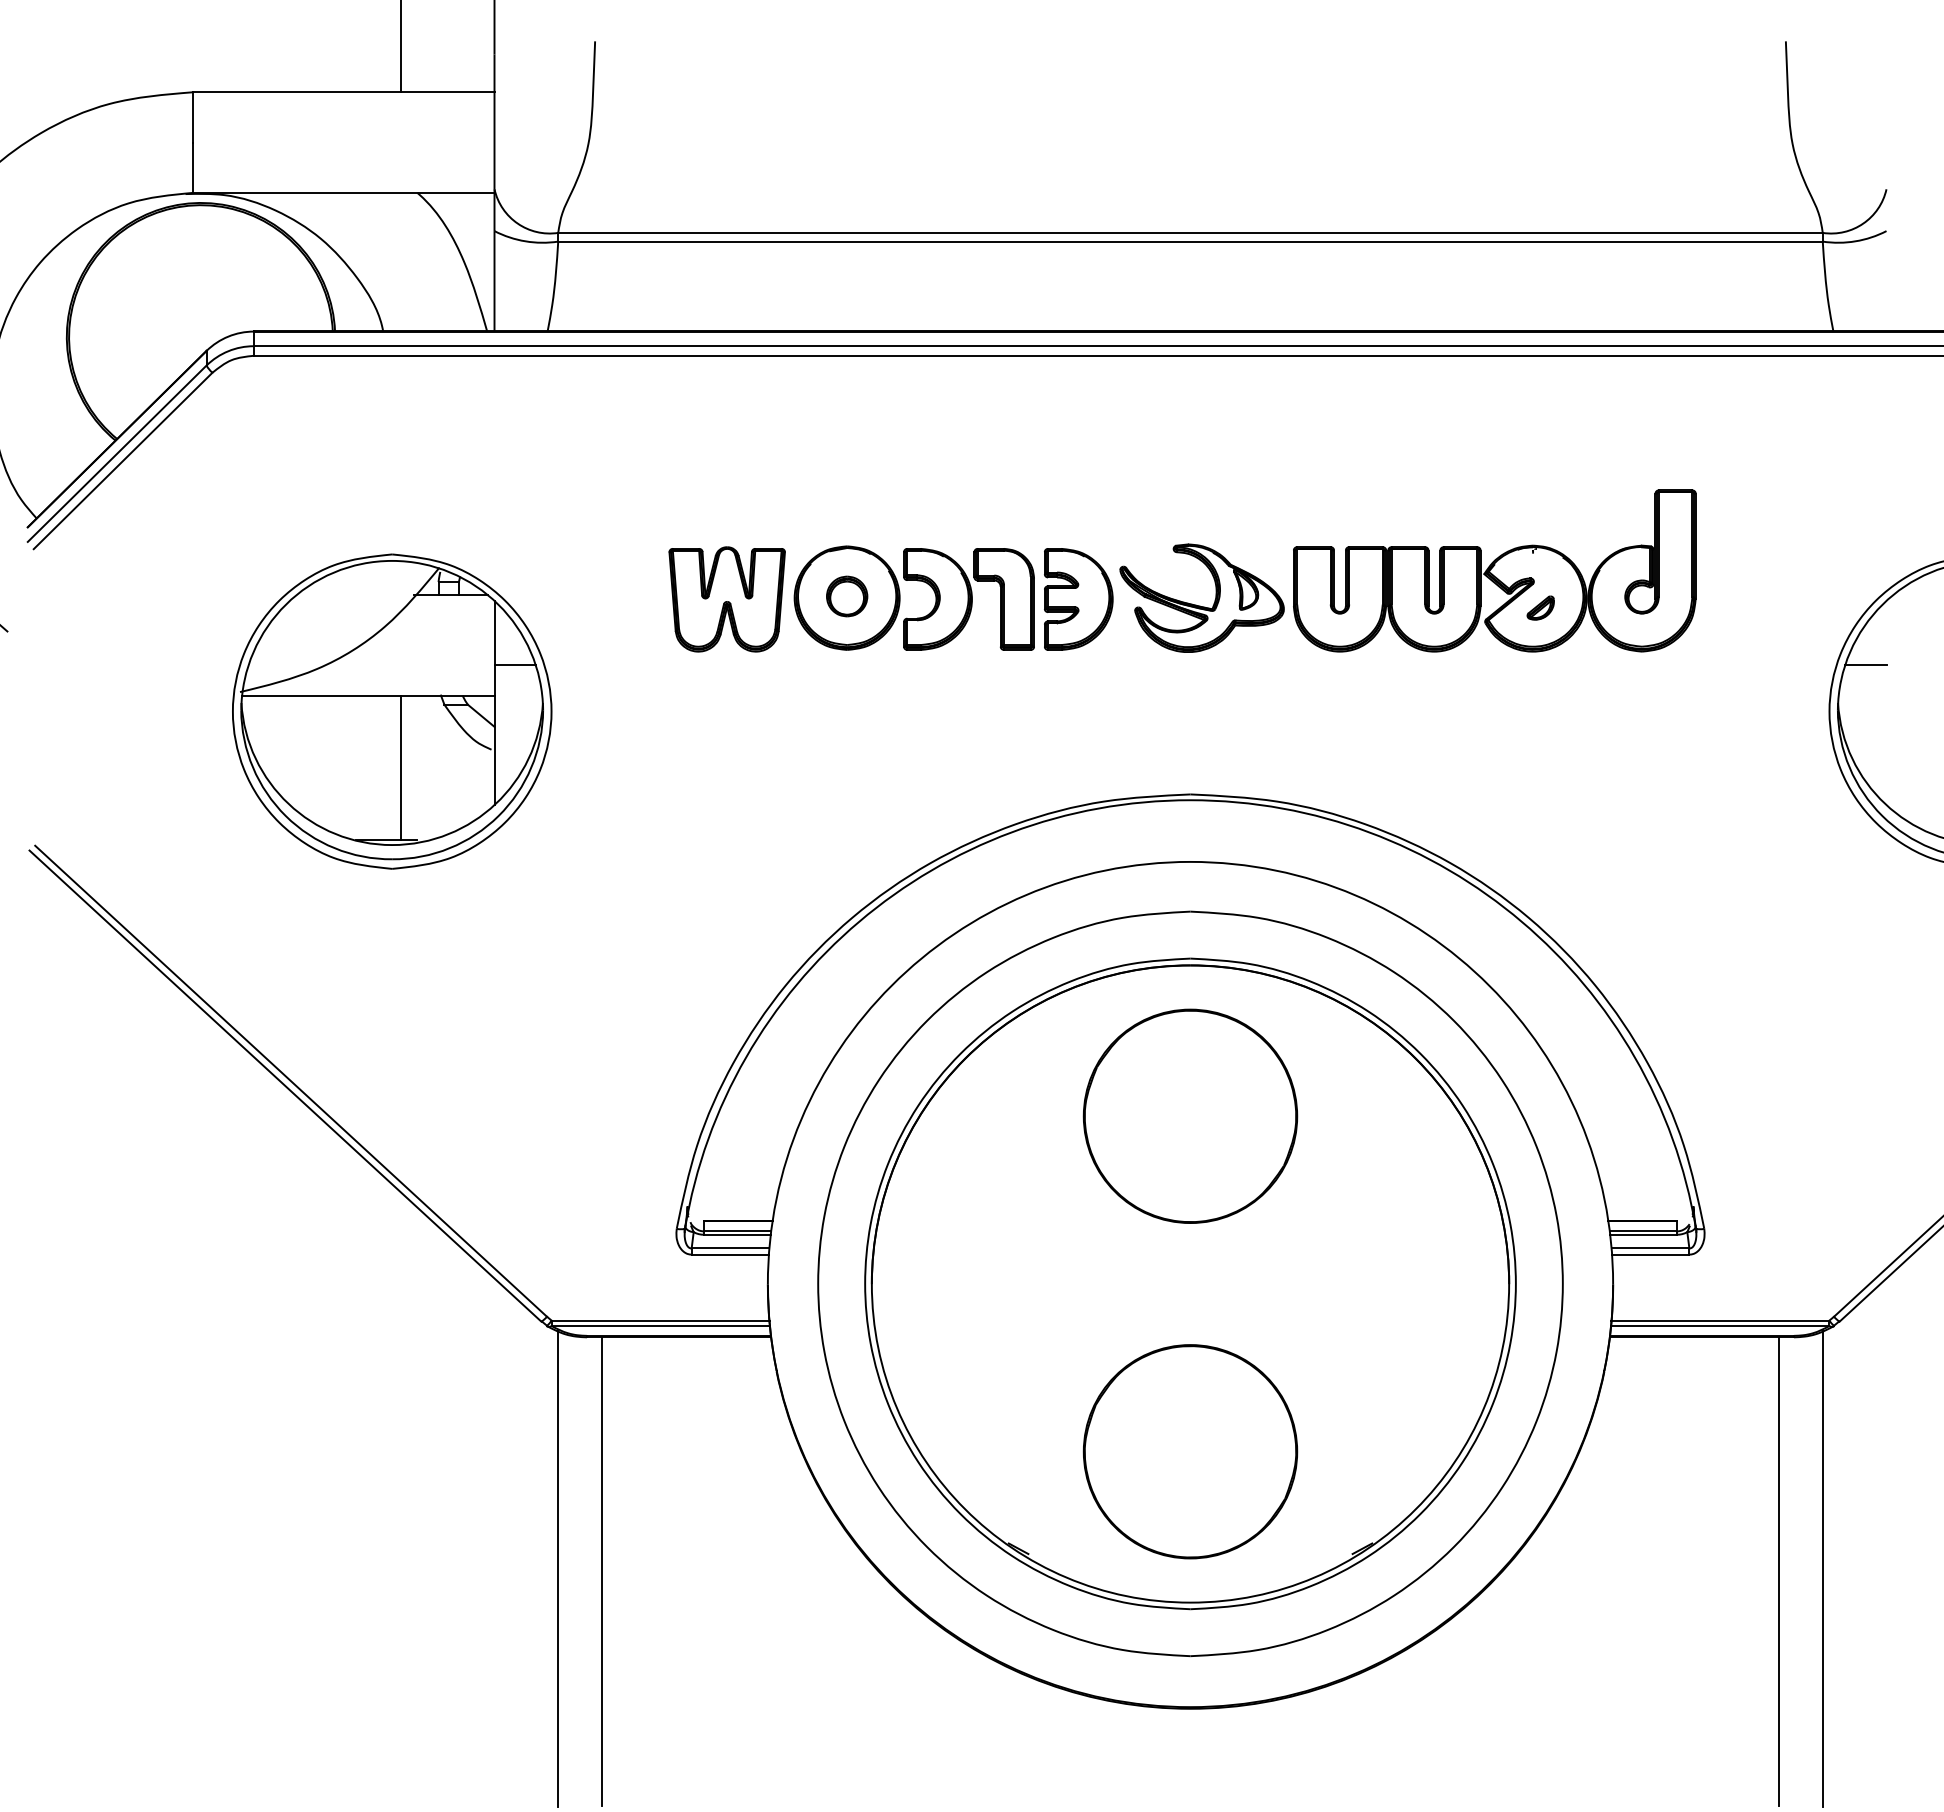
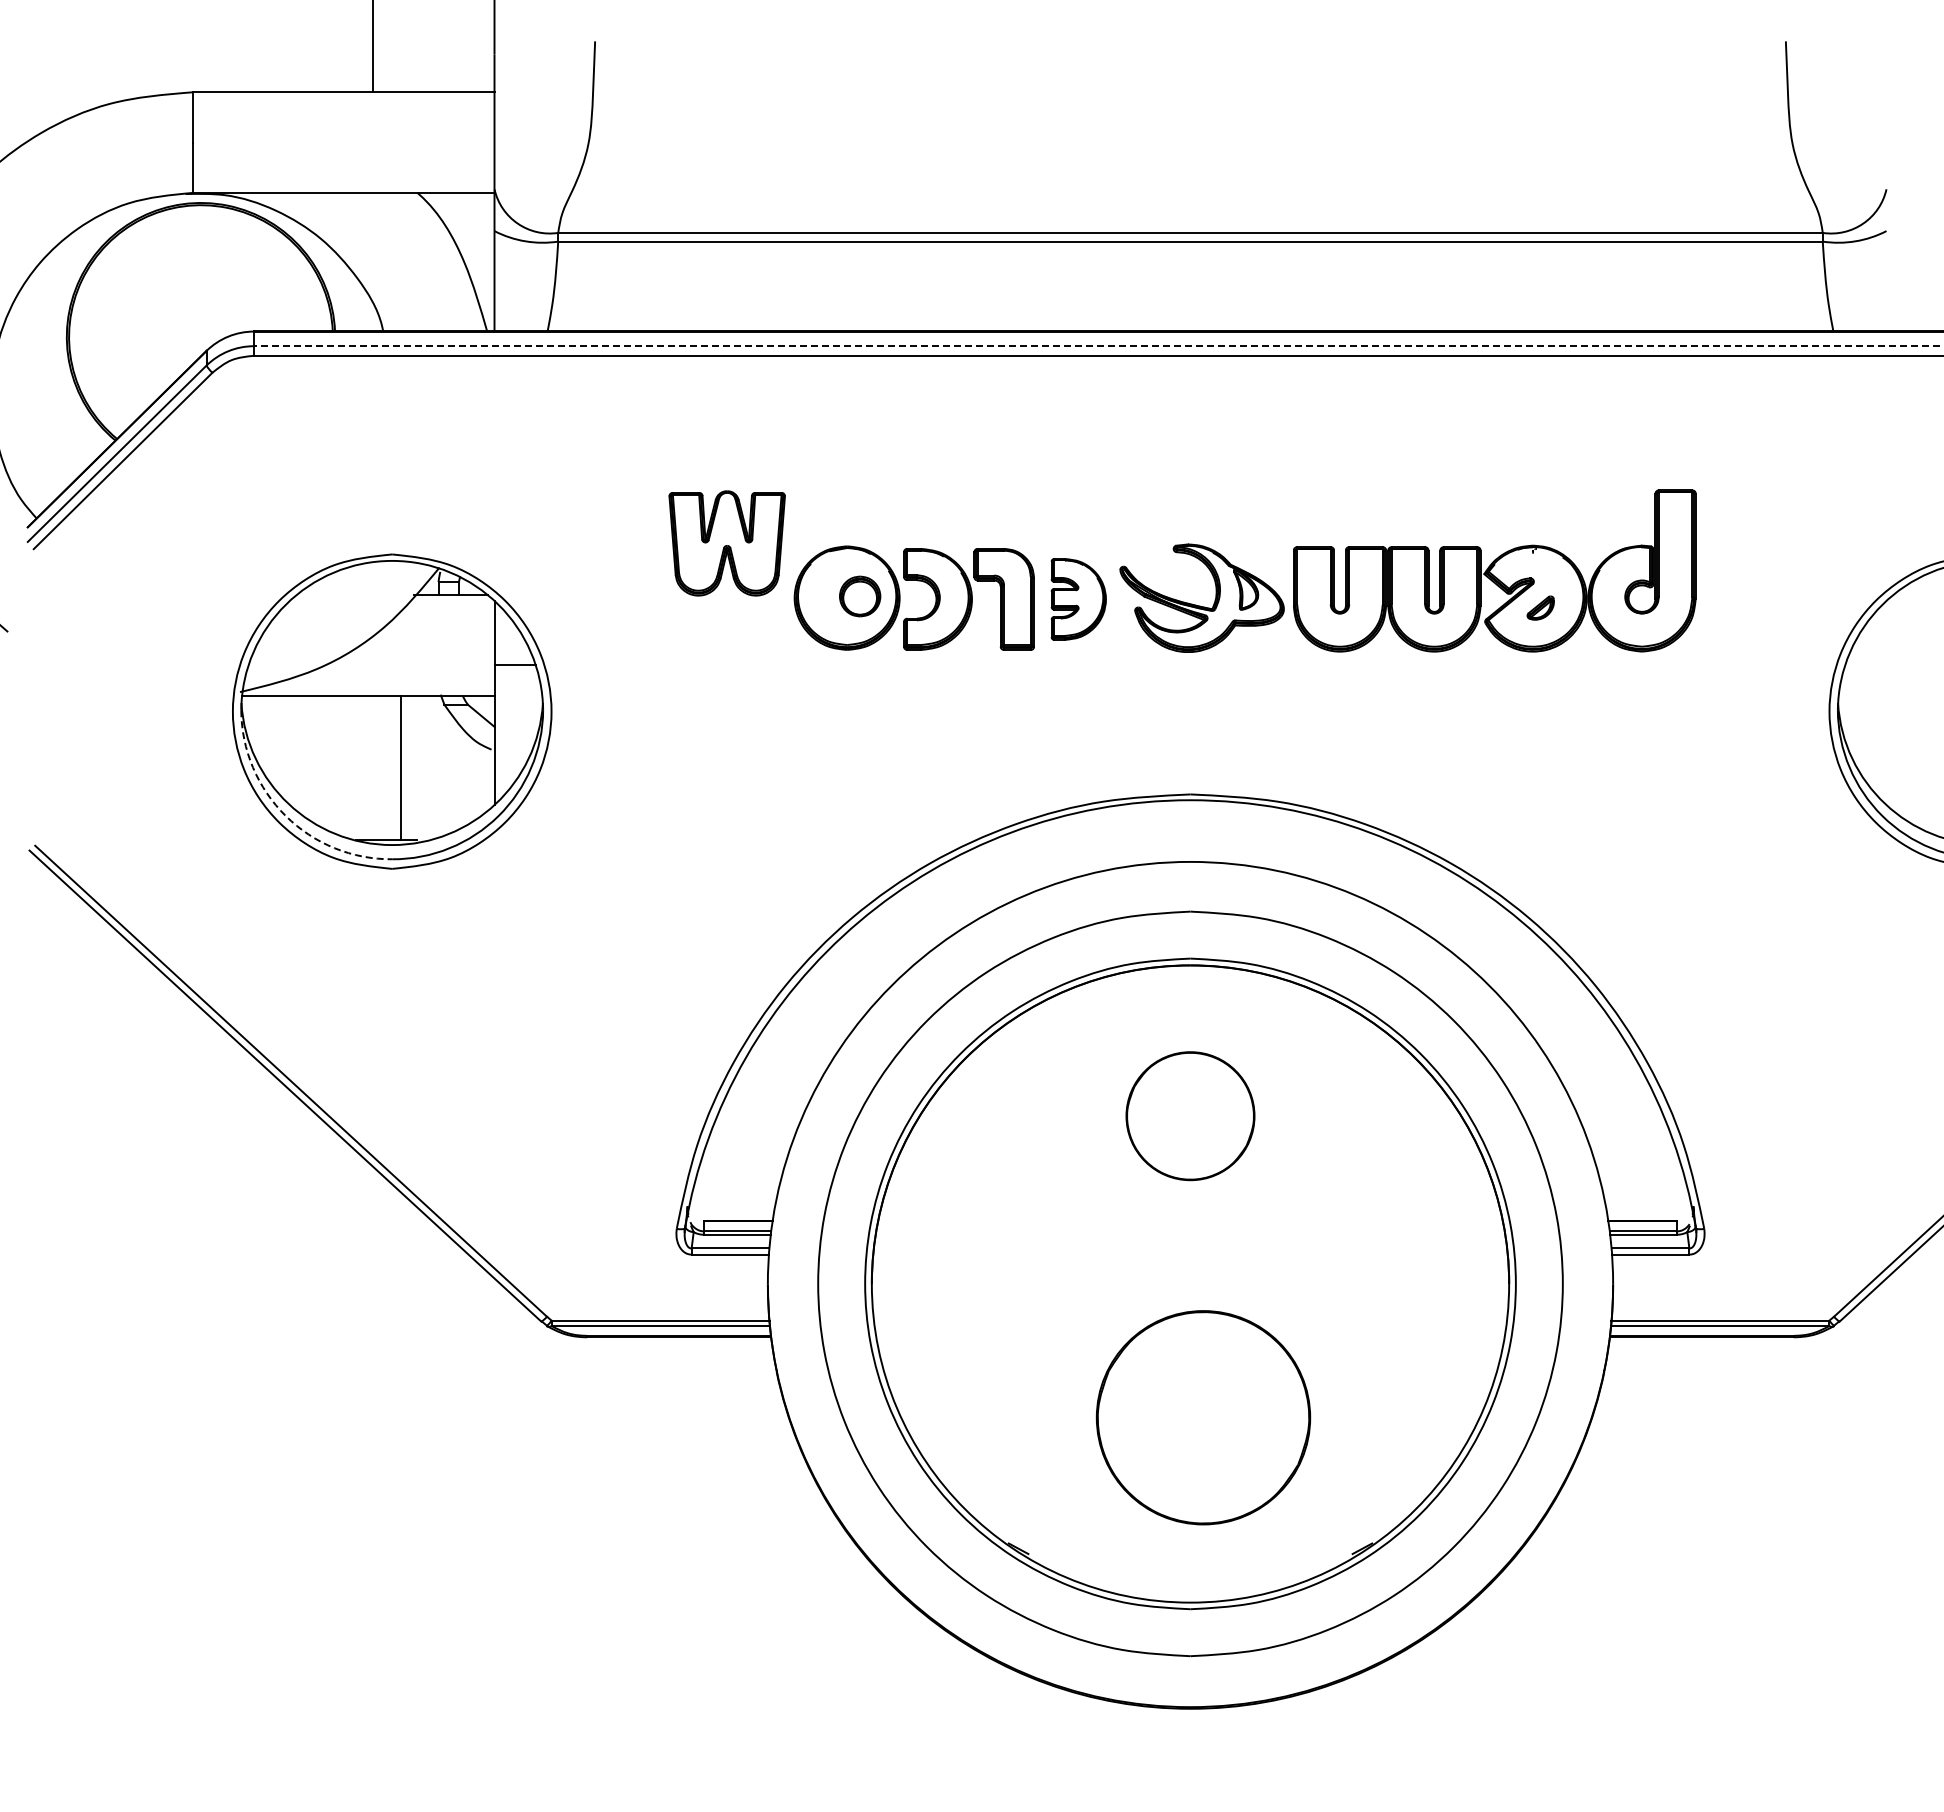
line at (400, 47) position: (400, 47) -> (372, 47)
line at (1098, 346): solid -> dashed
part at (847, 596) position: (847, 596) -> (860, 596)
part at (726, 599) position: (726, 599) -> (726, 543)
part at (1078, 599) size: 70x103 px -> 57x83 px
line at (1865, 664): present -> none
arc at (285, 816): solid -> dashed
part at (1190, 1115) size: 217x216 px -> 131x131 px
part at (1190, 1451) position: (1190, 1451) -> (1203, 1417)
line at (558, 1568): present -> none
line at (1822, 1568): present -> none
line at (601, 1571): present -> none
line at (1779, 1571): present -> none
